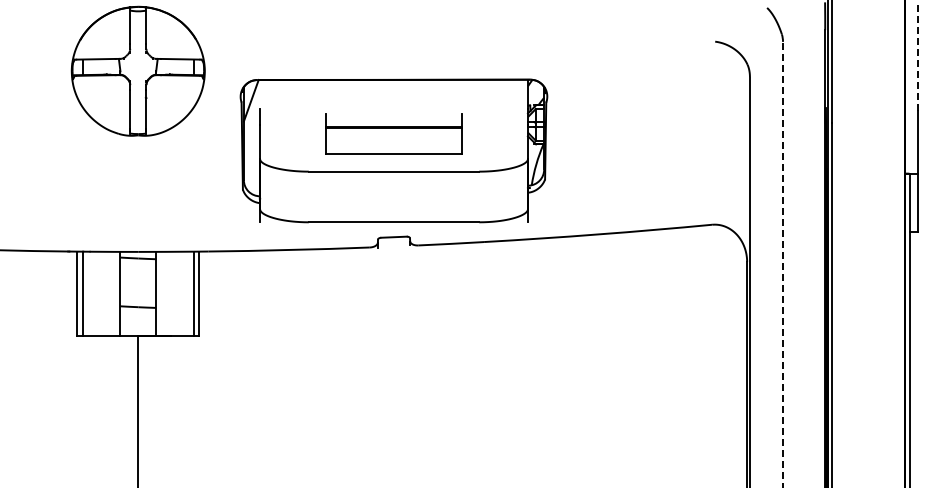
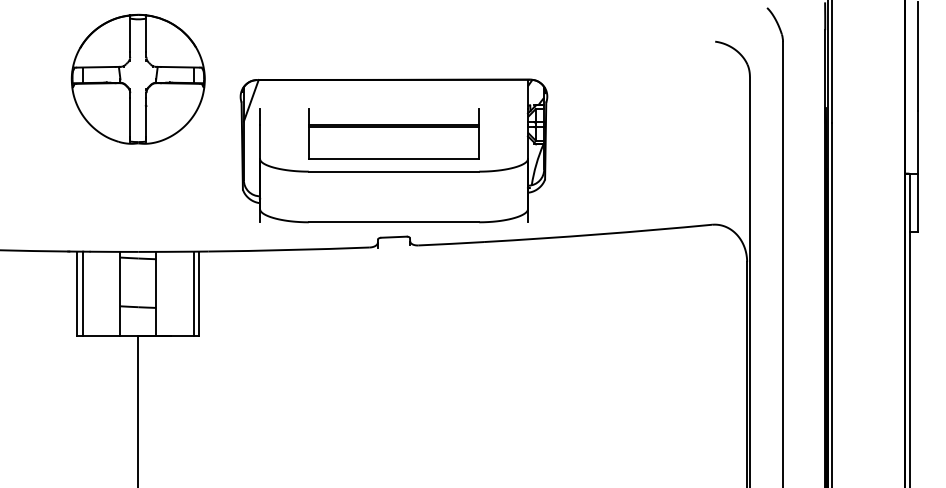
line at (917, 56): dashed -> solid
part at (137, 70) position: (137, 70) -> (137, 78)
part at (393, 133) size: 138x42 px -> 172x52 px
line at (783, 264): dashed -> solid
